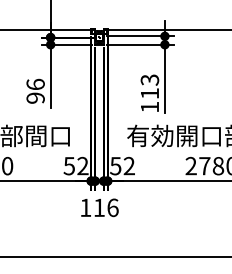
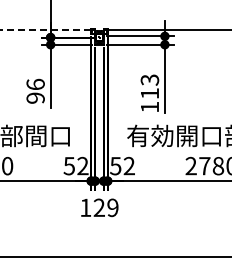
line at (45, 30): solid -> dashed
text at (105, 207): 116 -> 129
